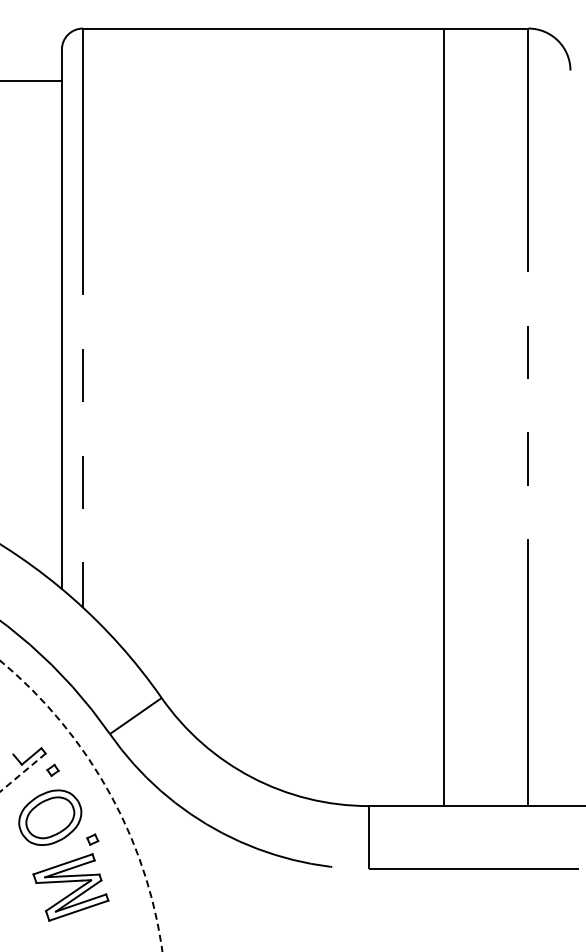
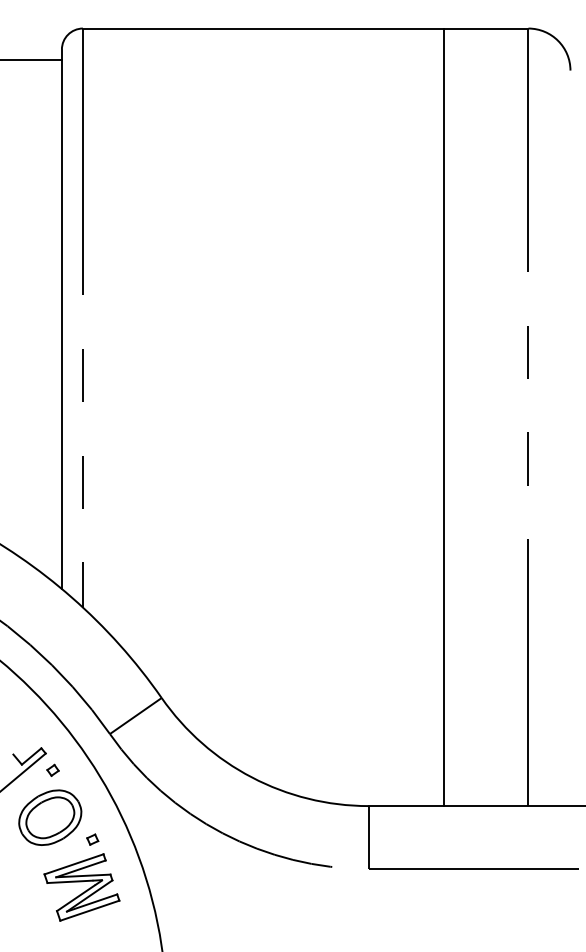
line at (31, 81) position: (31, 81) -> (31, 60)
line at (22, 772): dashed -> solid
circle at (81, 805): dashed -> solid
part at (70, 887) position: (70, 887) -> (81, 887)
